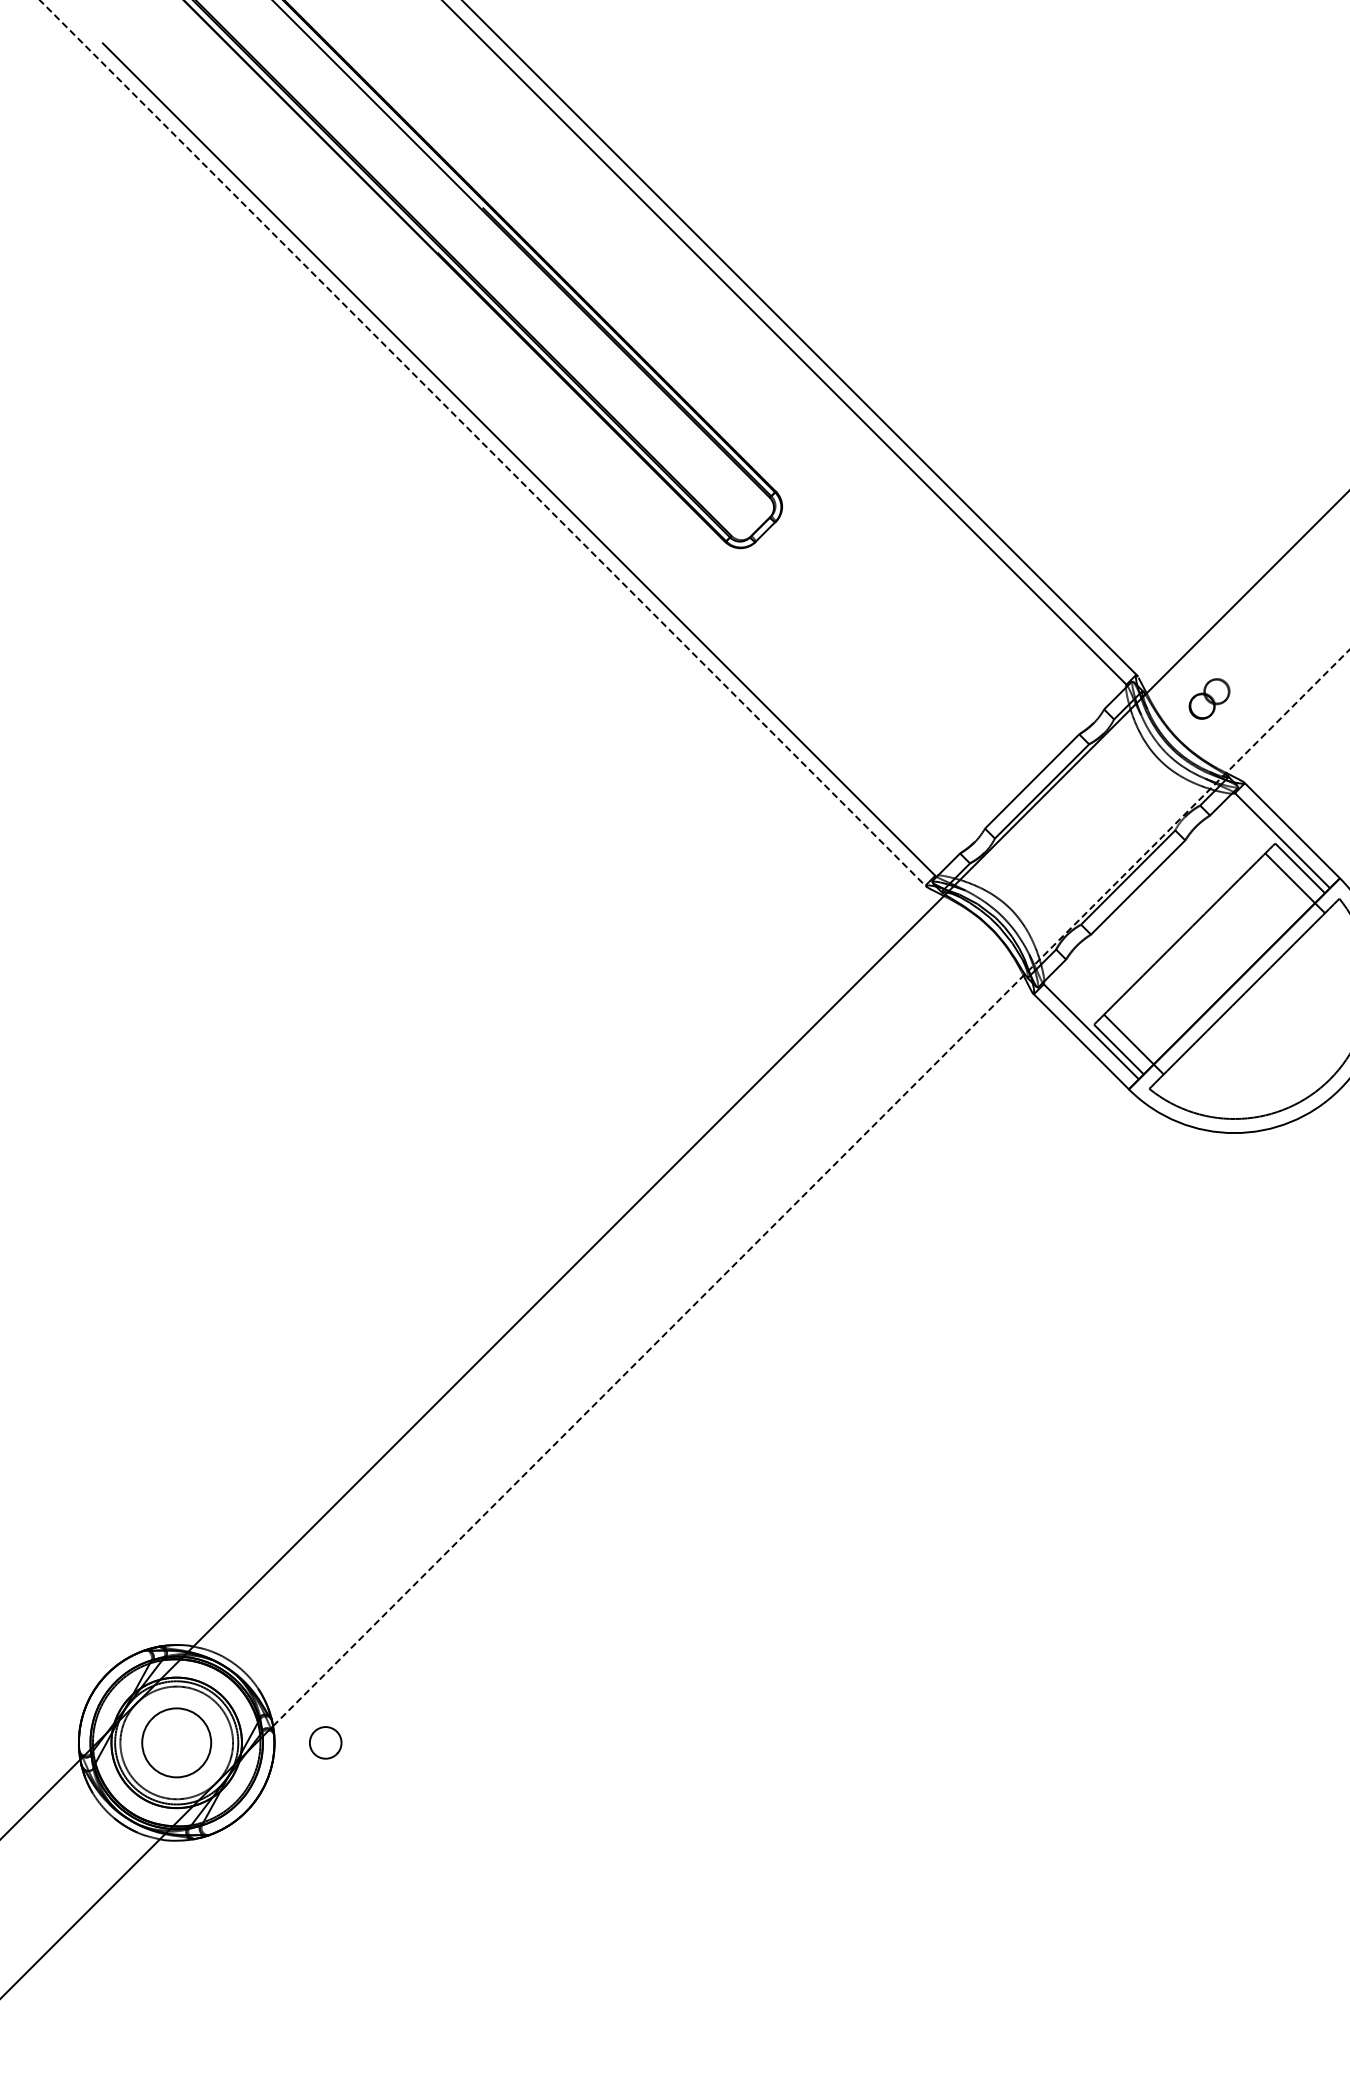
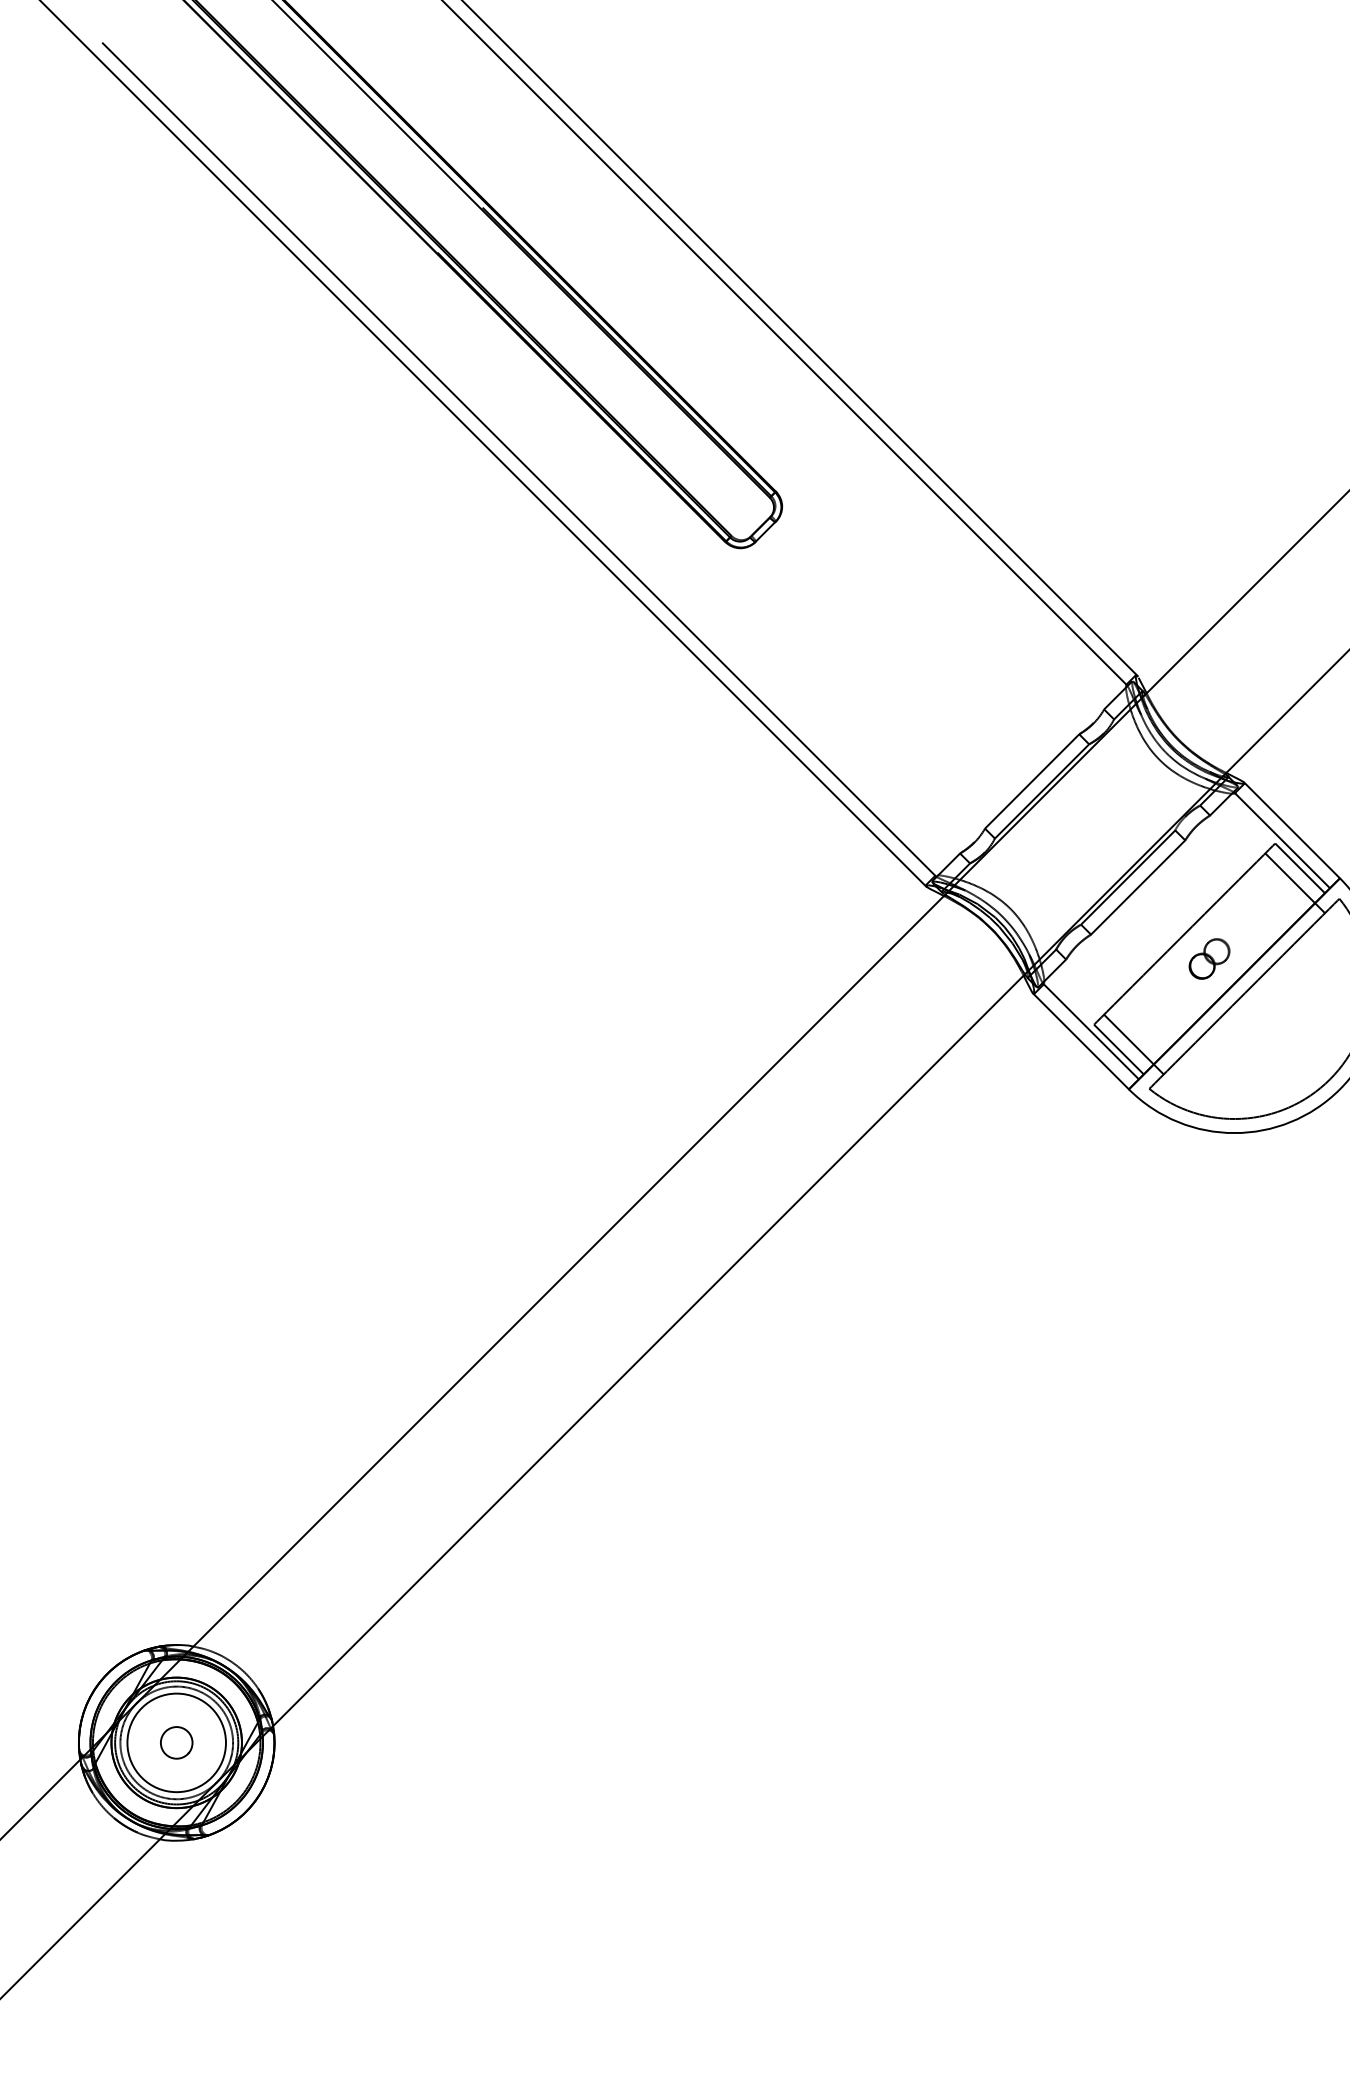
line at (483, 444): dashed -> solid
part at (1209, 698) position: (1209, 698) -> (1209, 958)
line at (811, 1188): dashed -> solid
circle at (176, 1742) diameter: 69 px -> 99 px
circle at (325, 1742) position: (325, 1742) -> (176, 1742)
